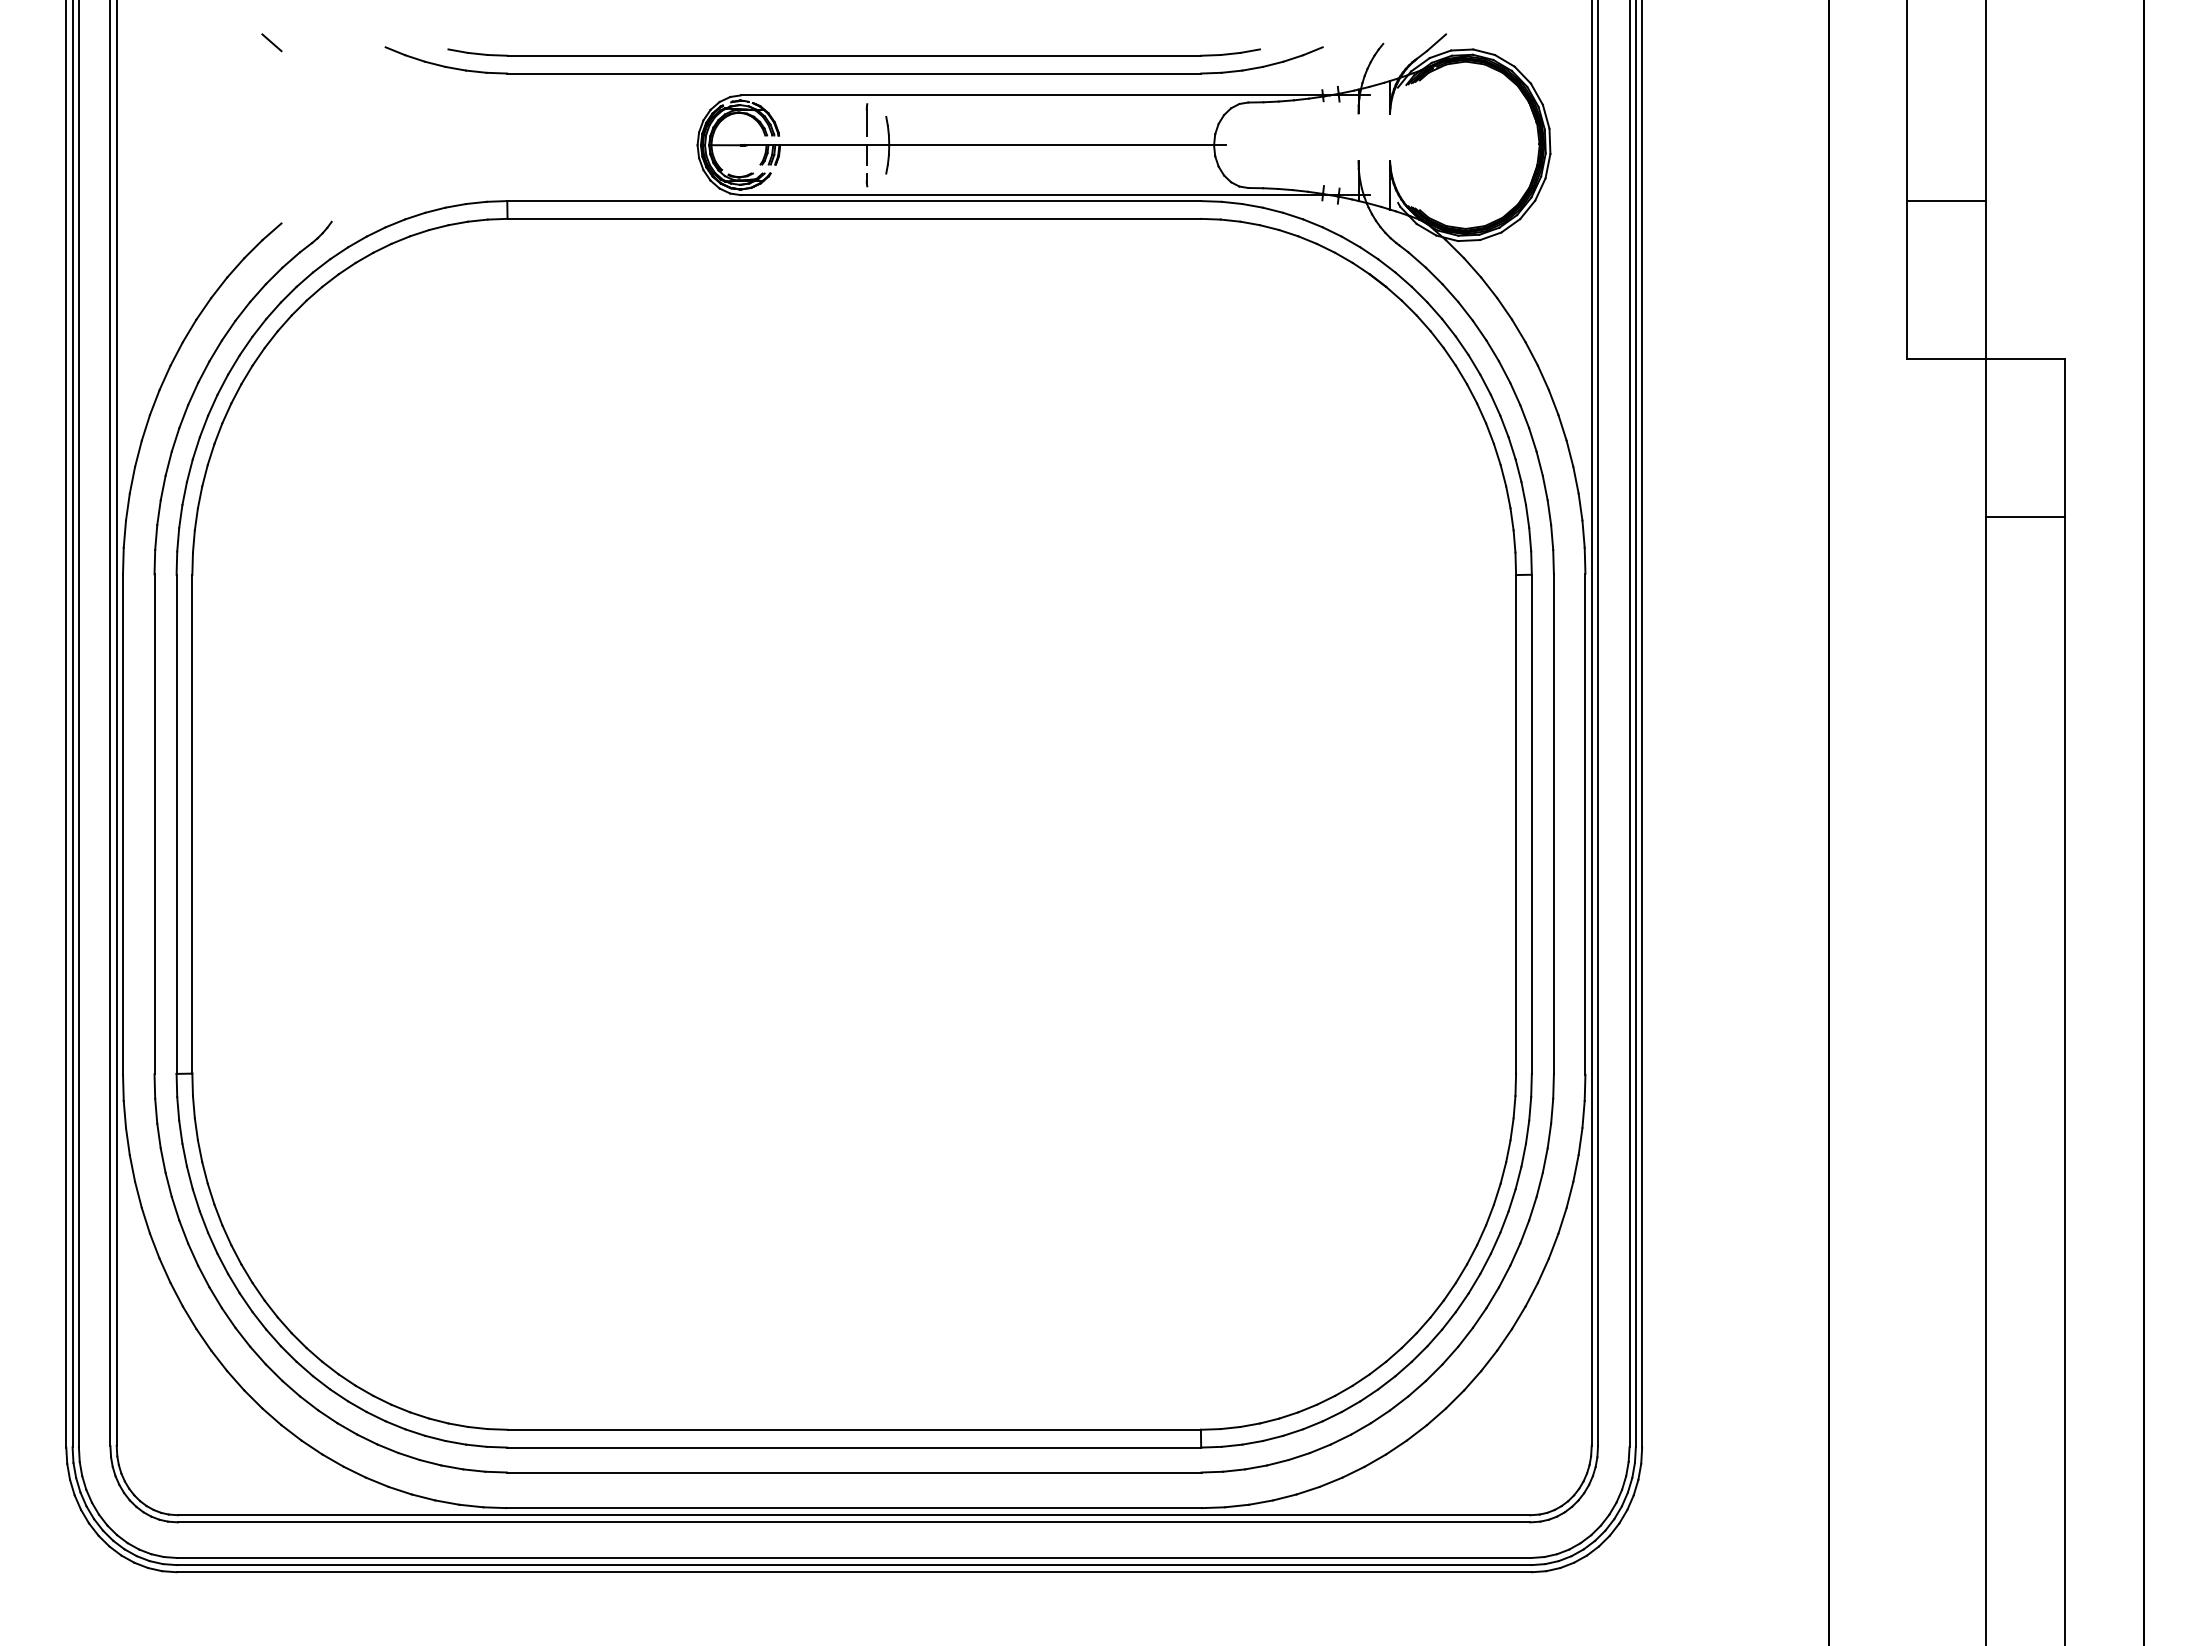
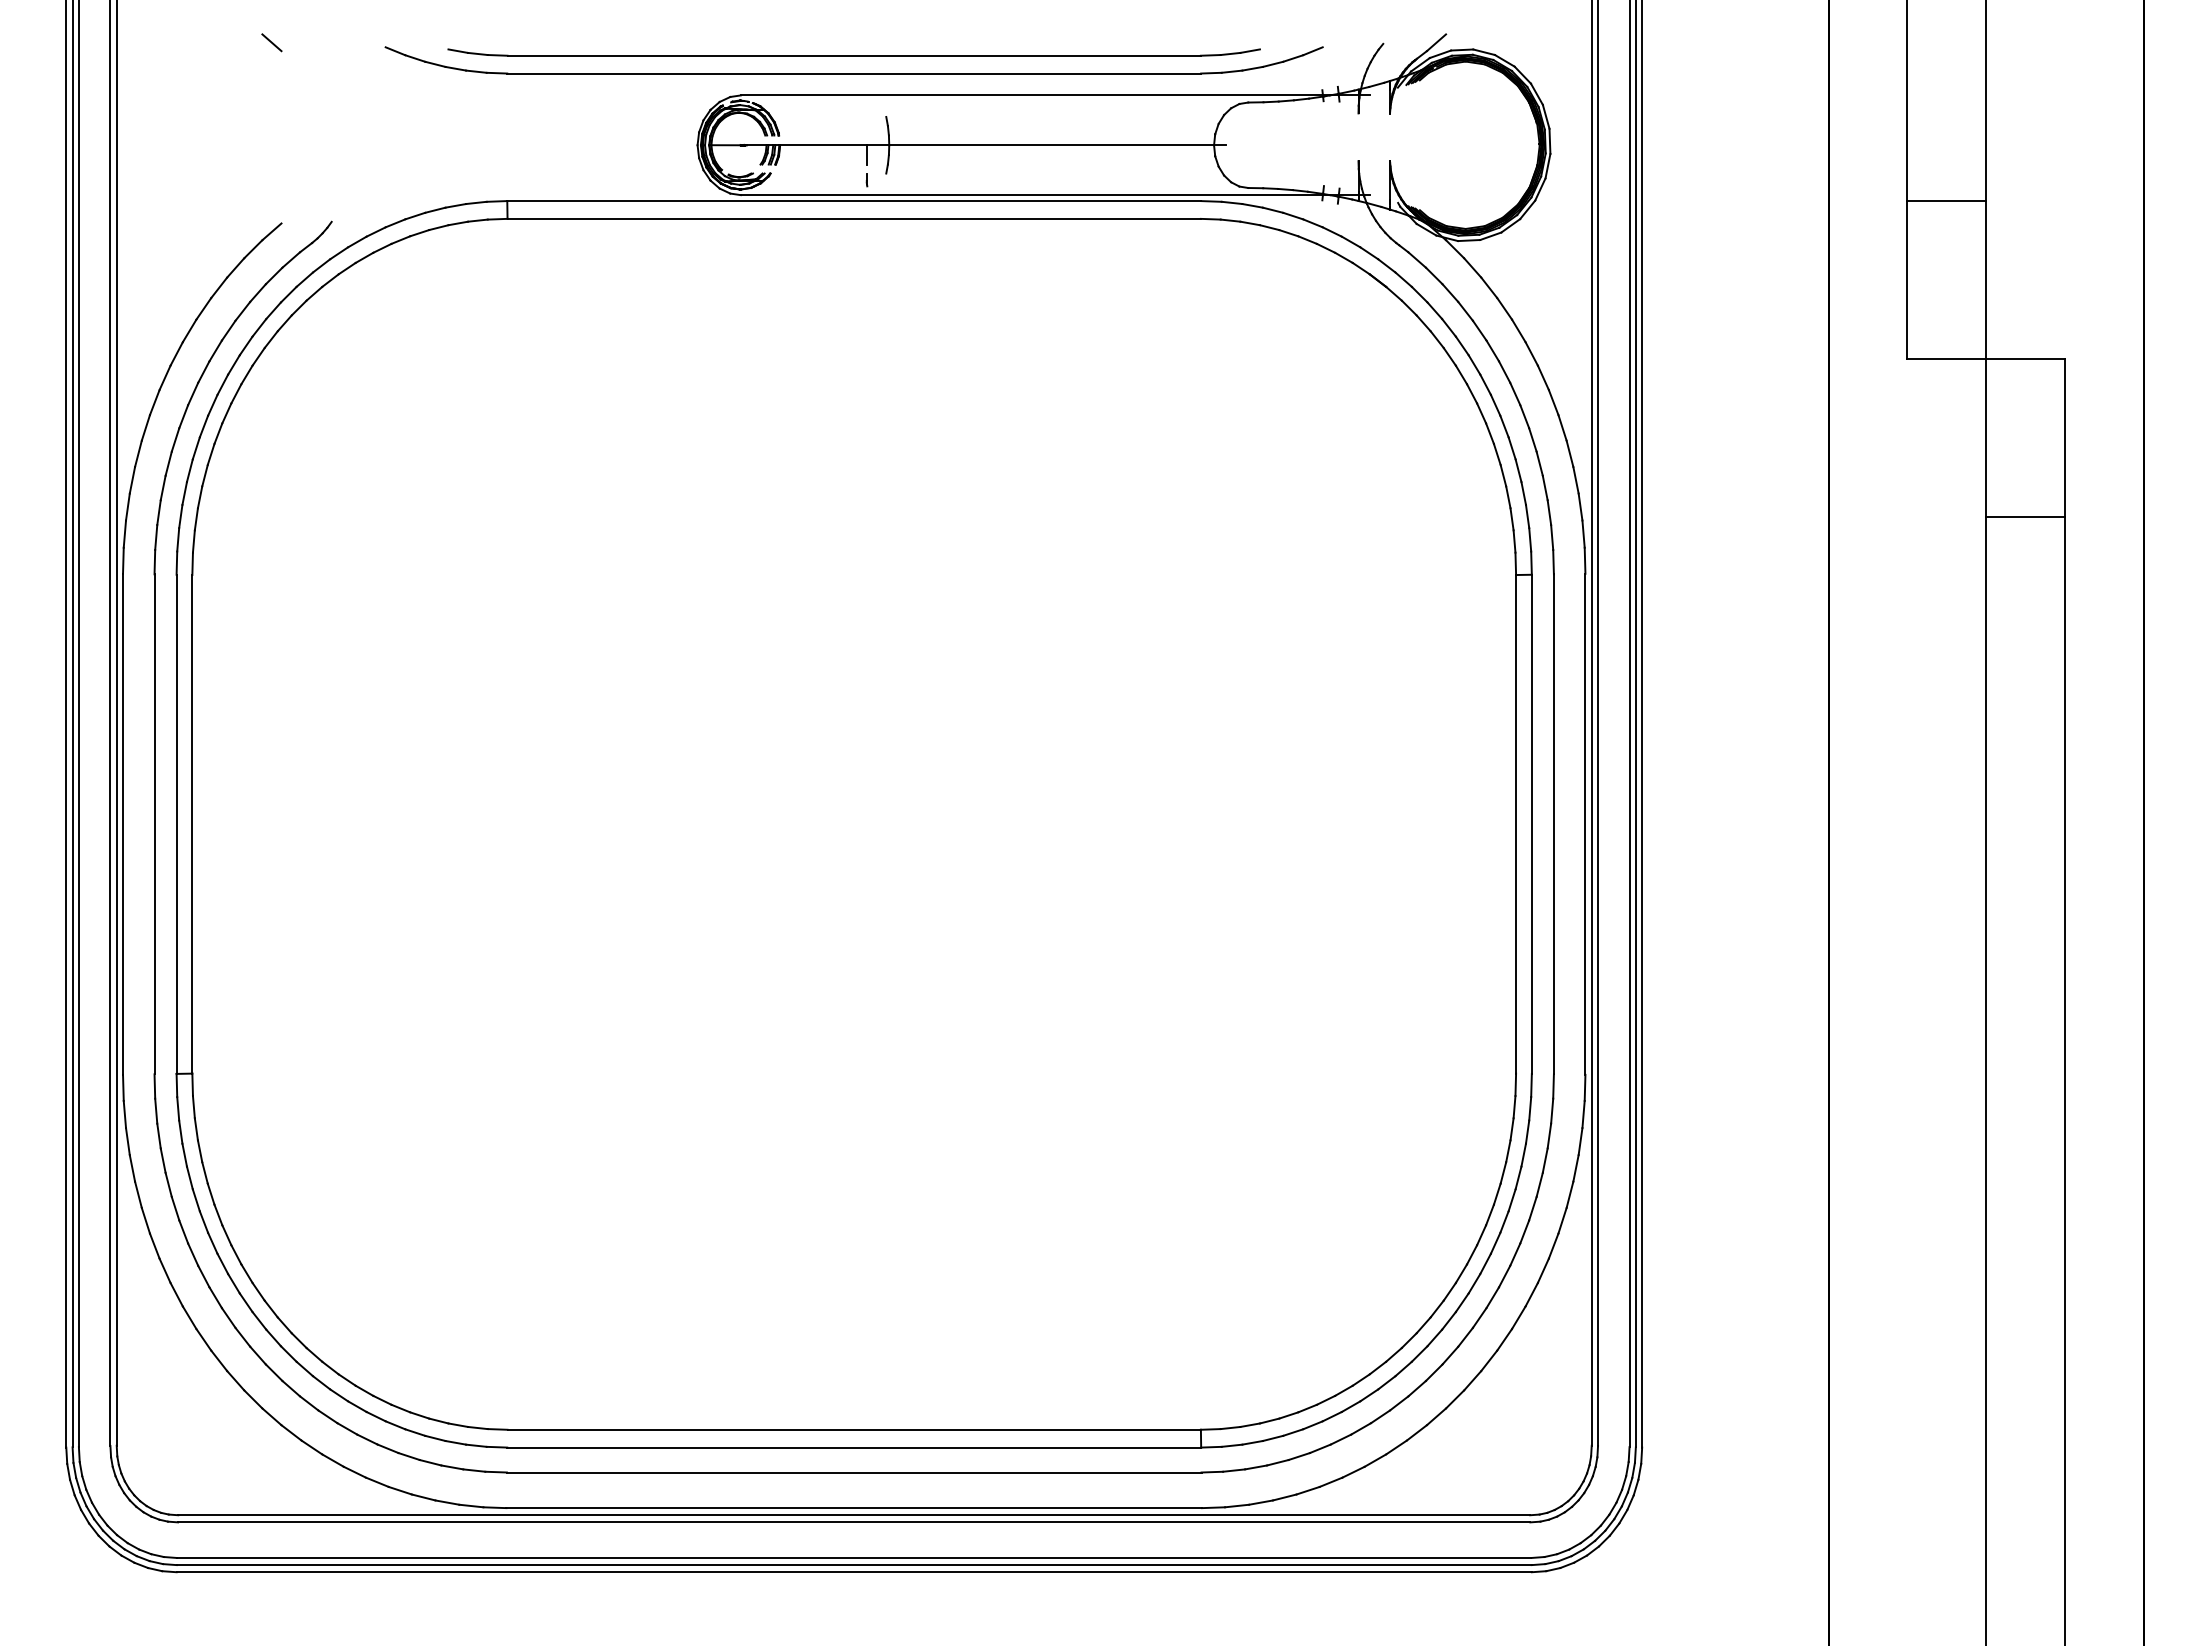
part at (866, 119): present -> none
